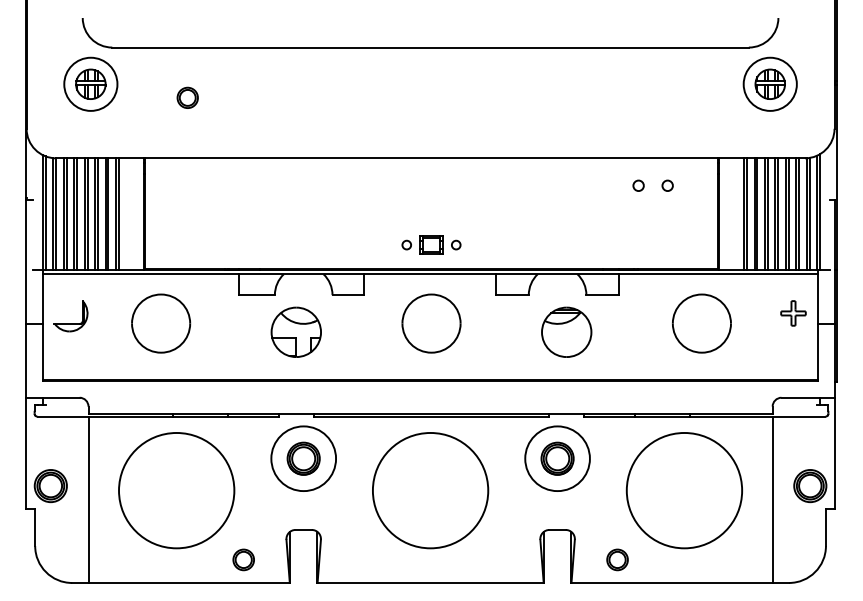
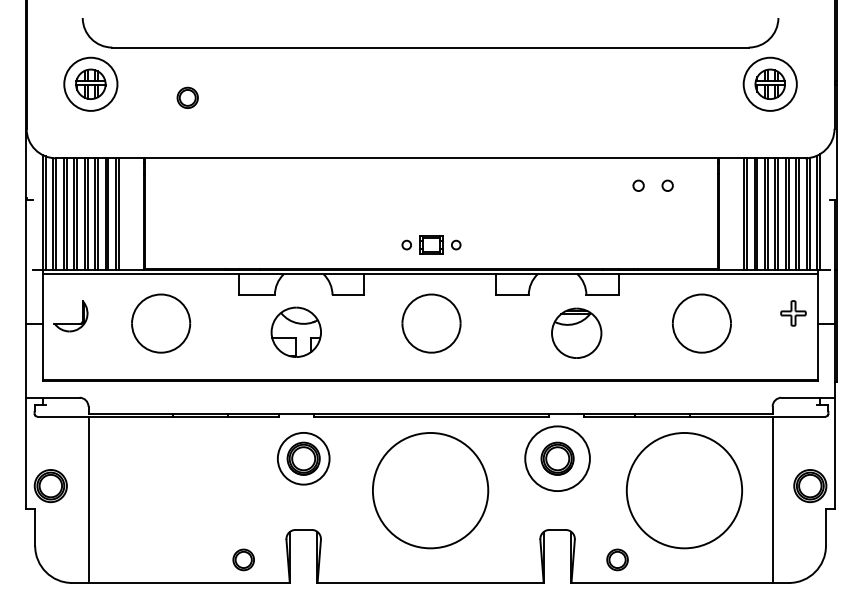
part at (566, 331) position: (566, 331) -> (576, 332)
circle at (303, 458) diameter: 65 px -> 52 px
circle at (176, 490): present -> none
